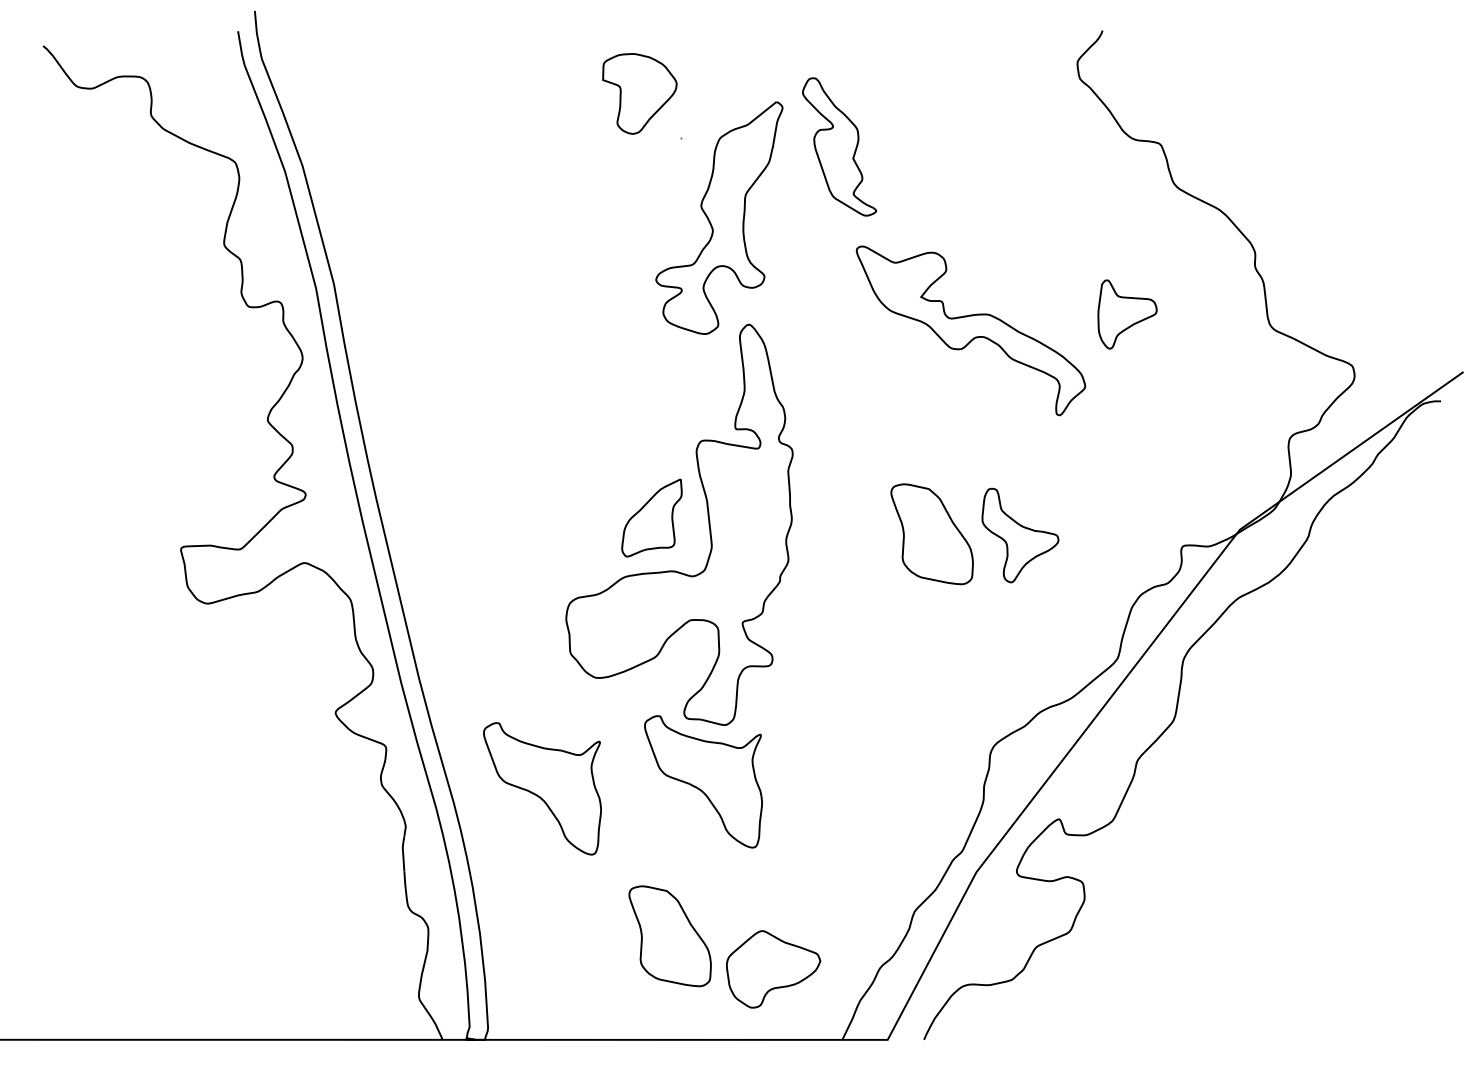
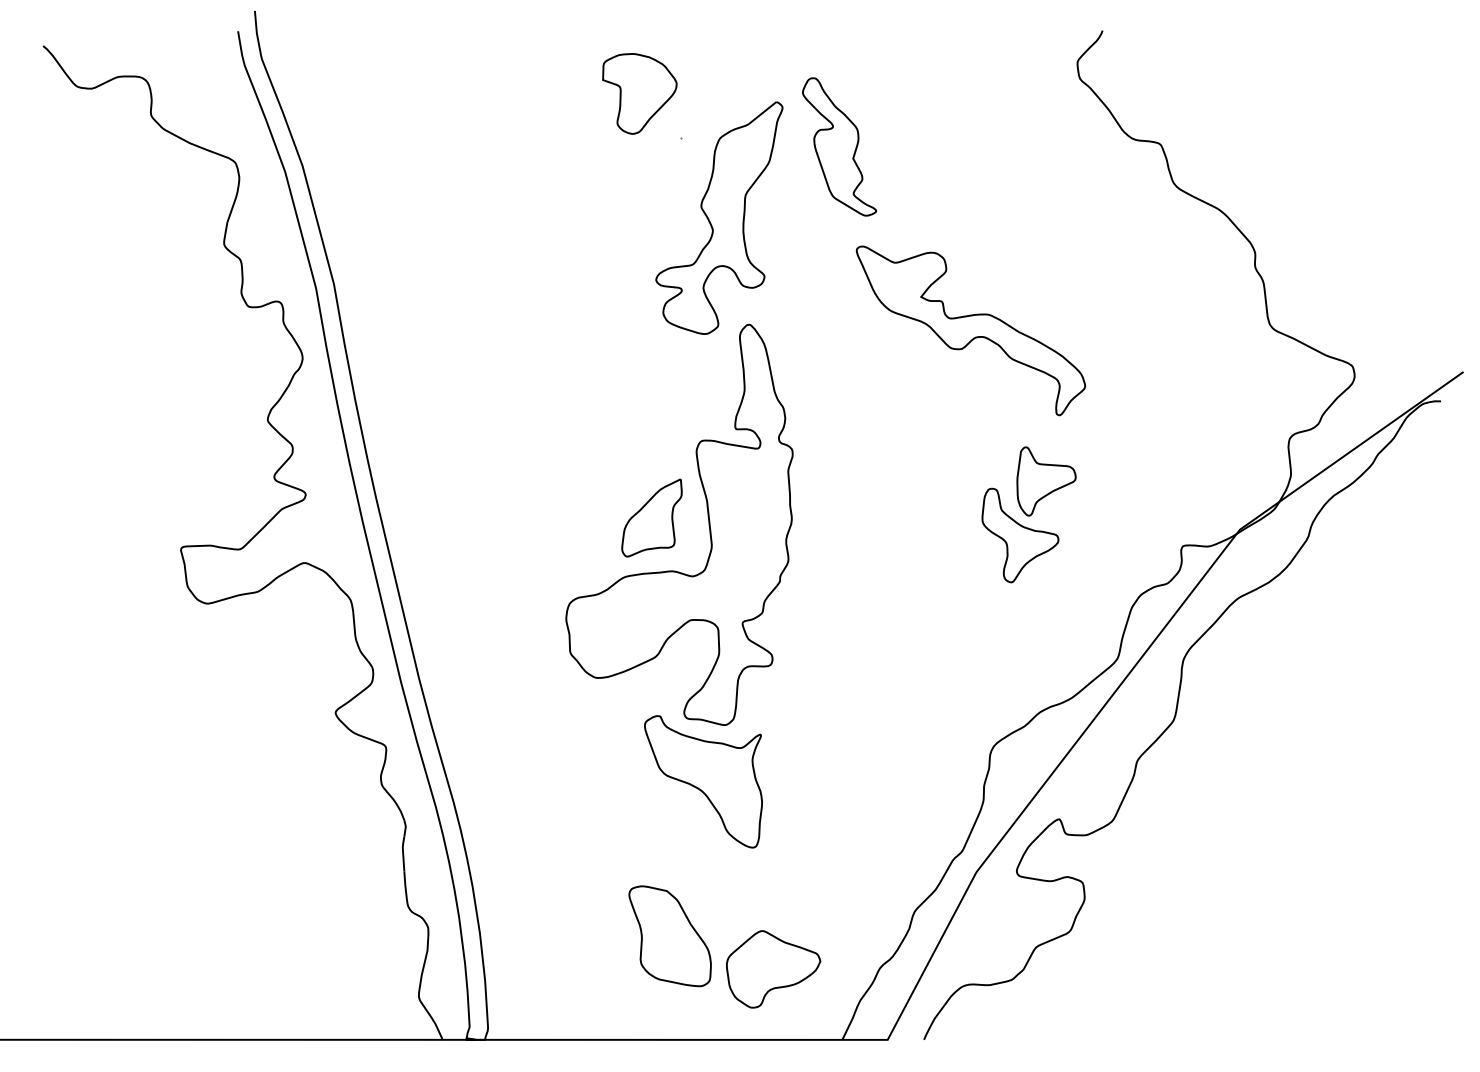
part at (1127, 314) position: (1127, 314) -> (1046, 481)
part at (931, 534): present -> none
part at (542, 788): present -> none
